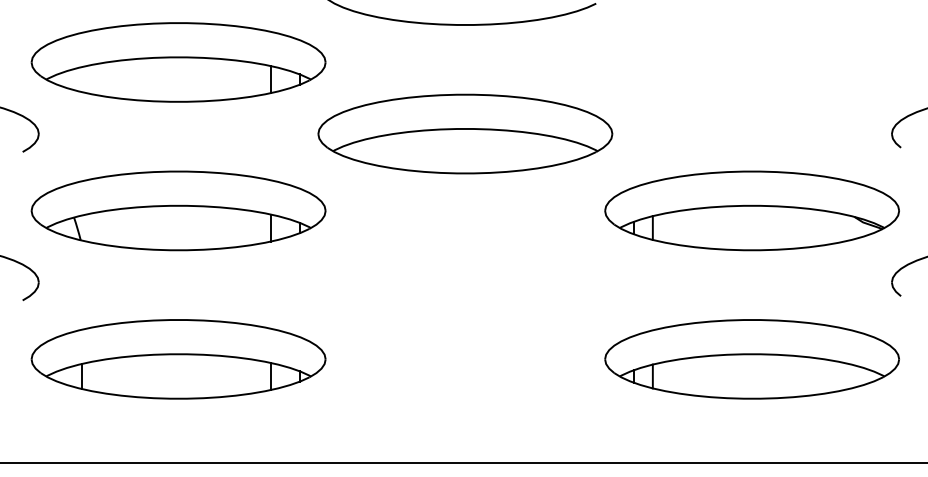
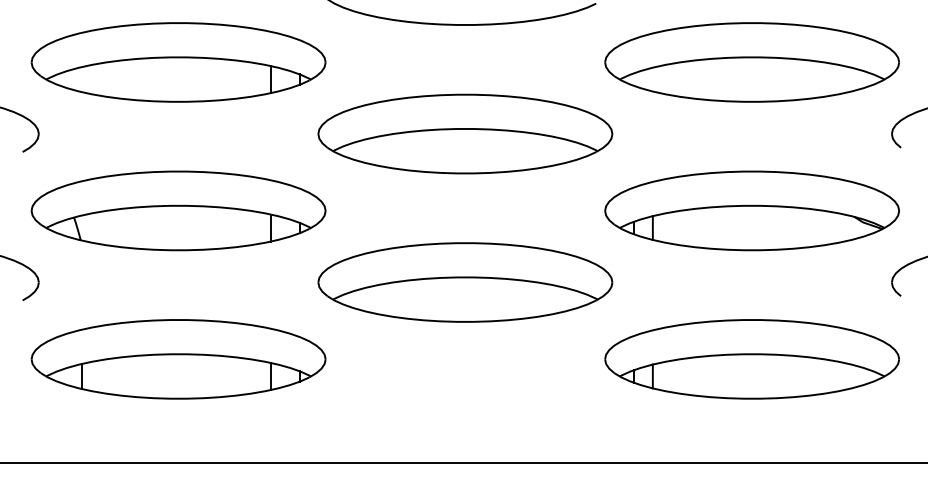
part at (751, 62): none -> present
part at (465, 282): none -> present
